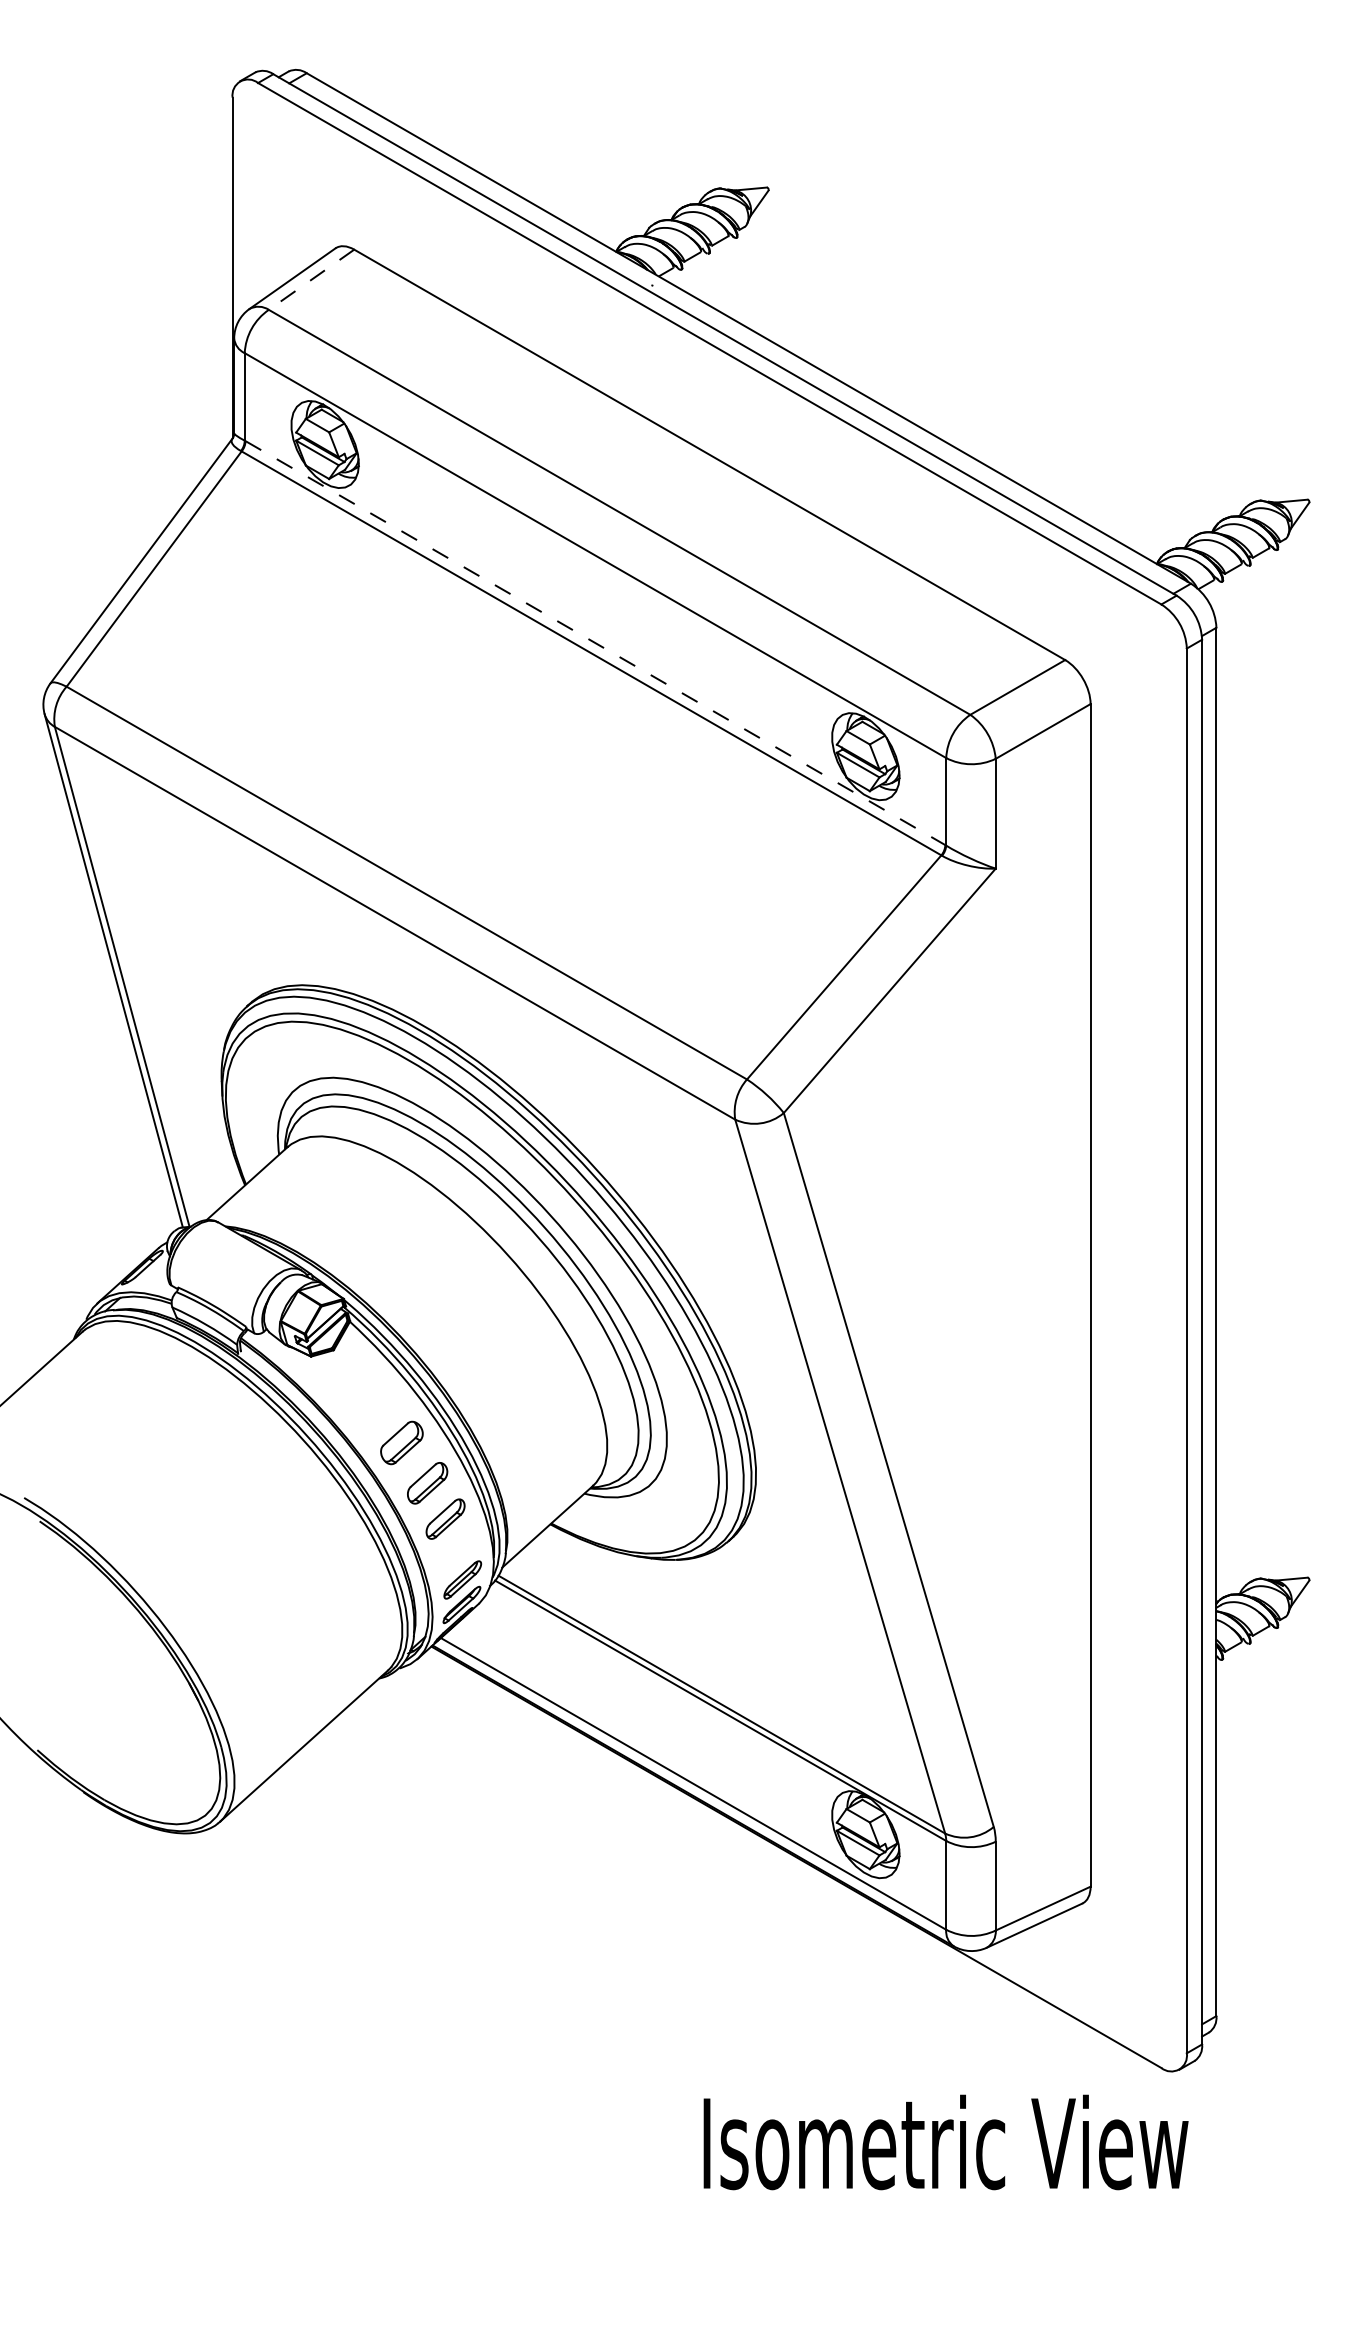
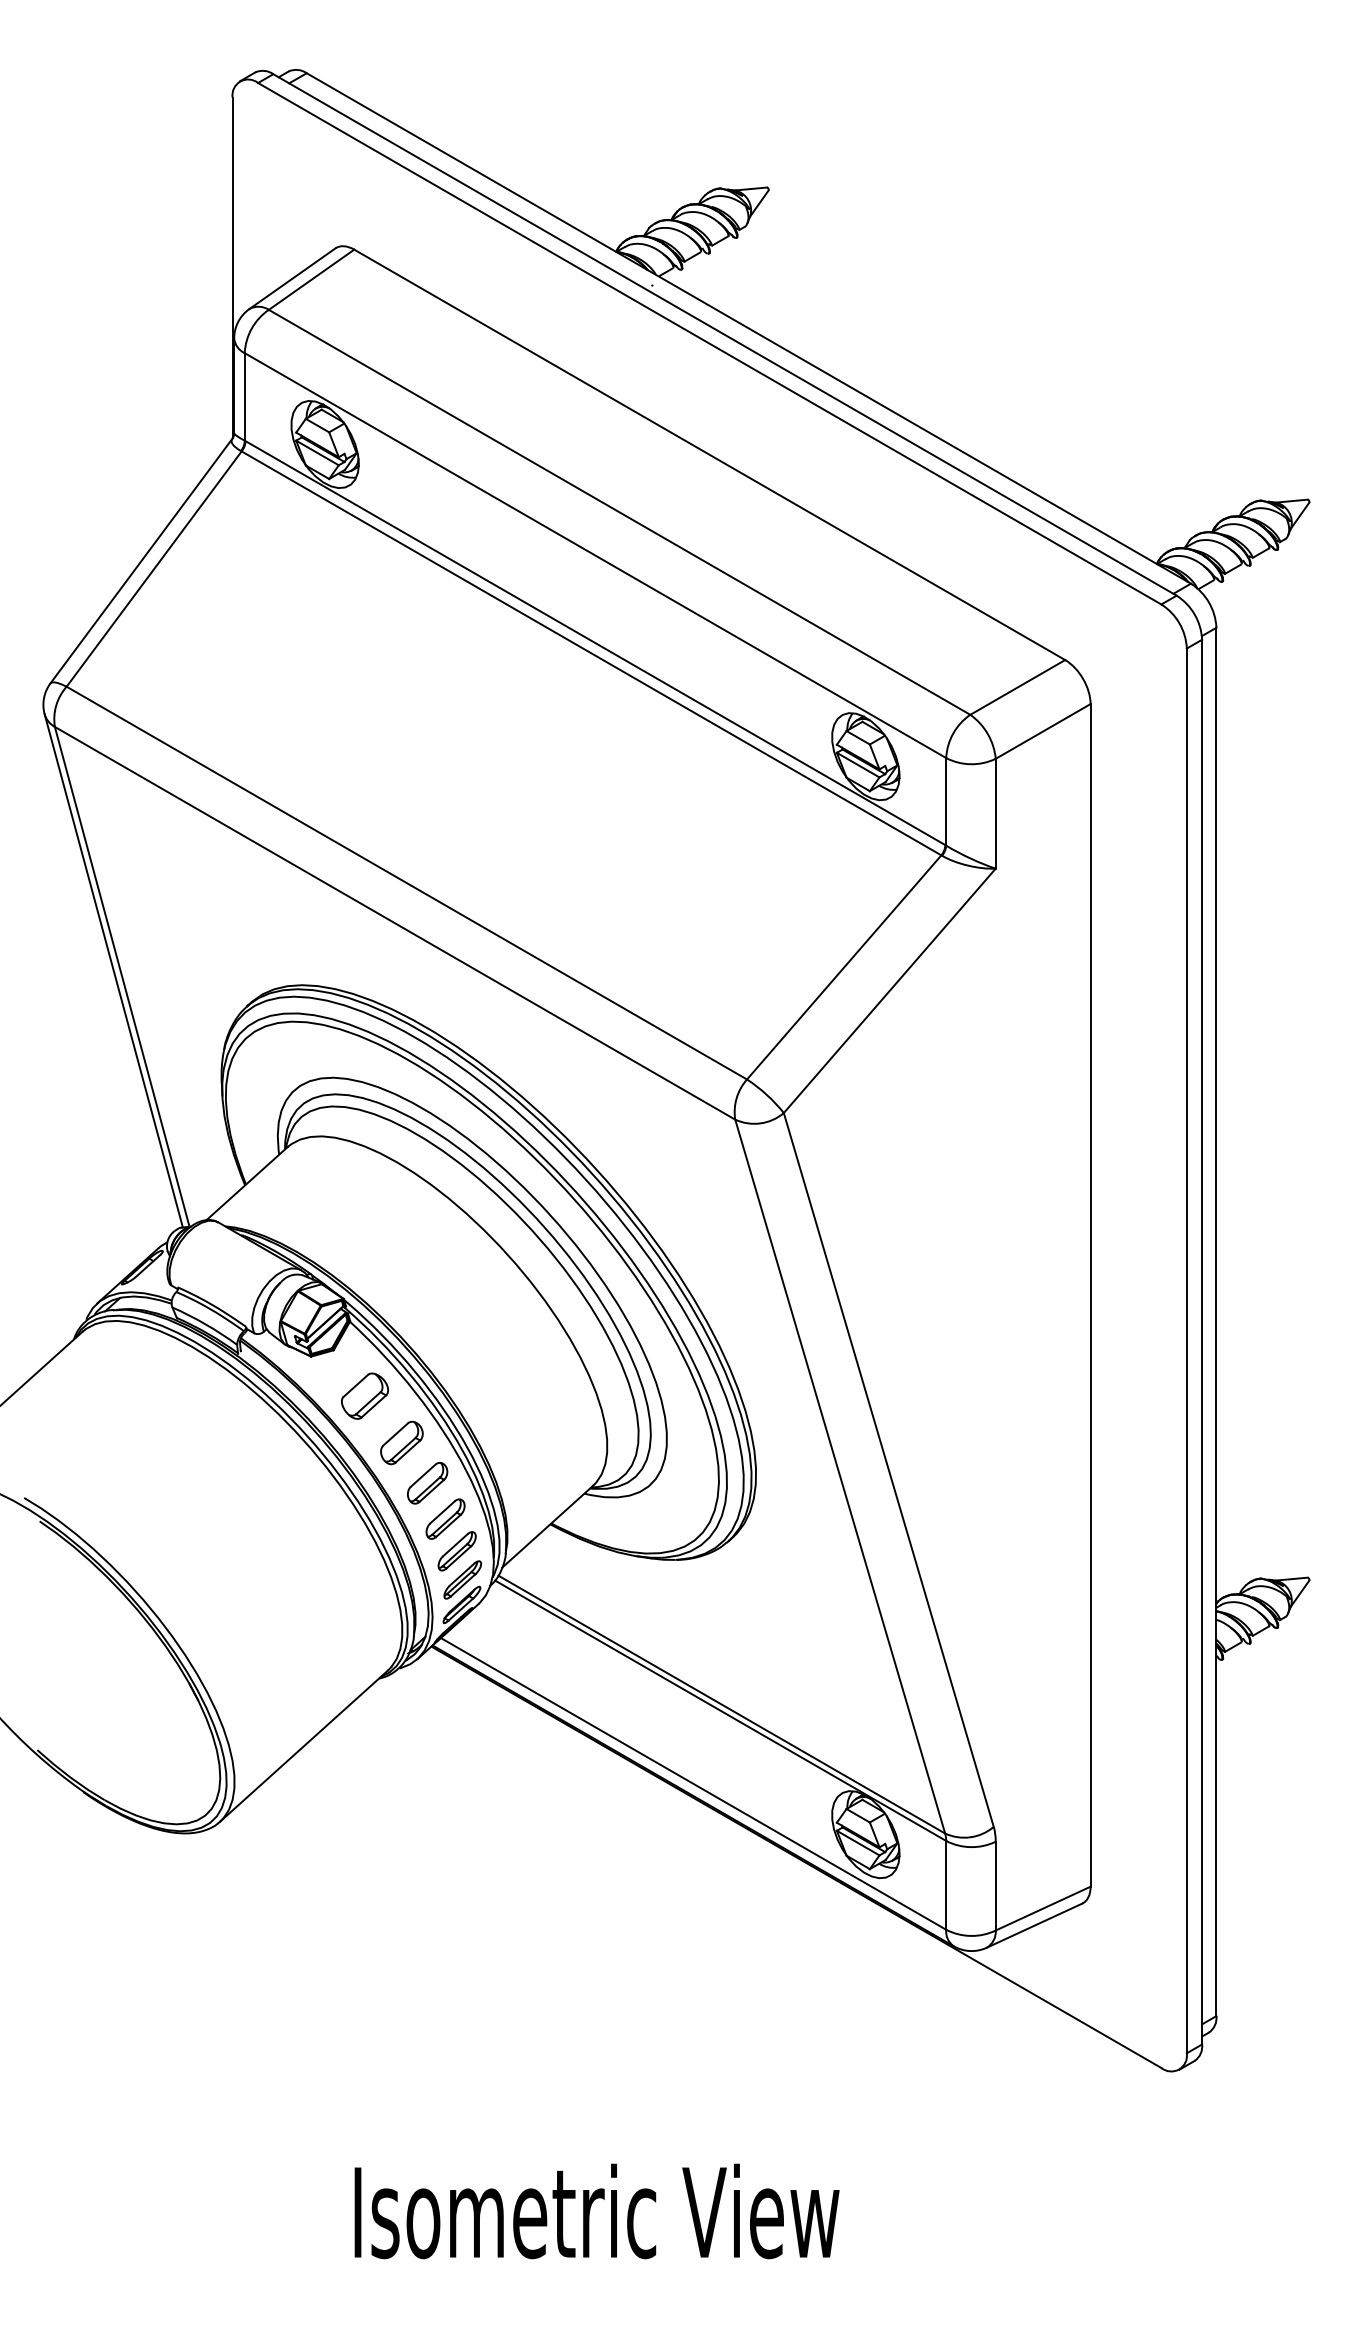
line at (311, 280): dashed -> solid
line at (595, 643): dashed -> solid
part at (364, 1395): none -> present
part at (456, 1551): none -> present
text at (945, 2142) position: (945, 2142) -> (596, 2211)
